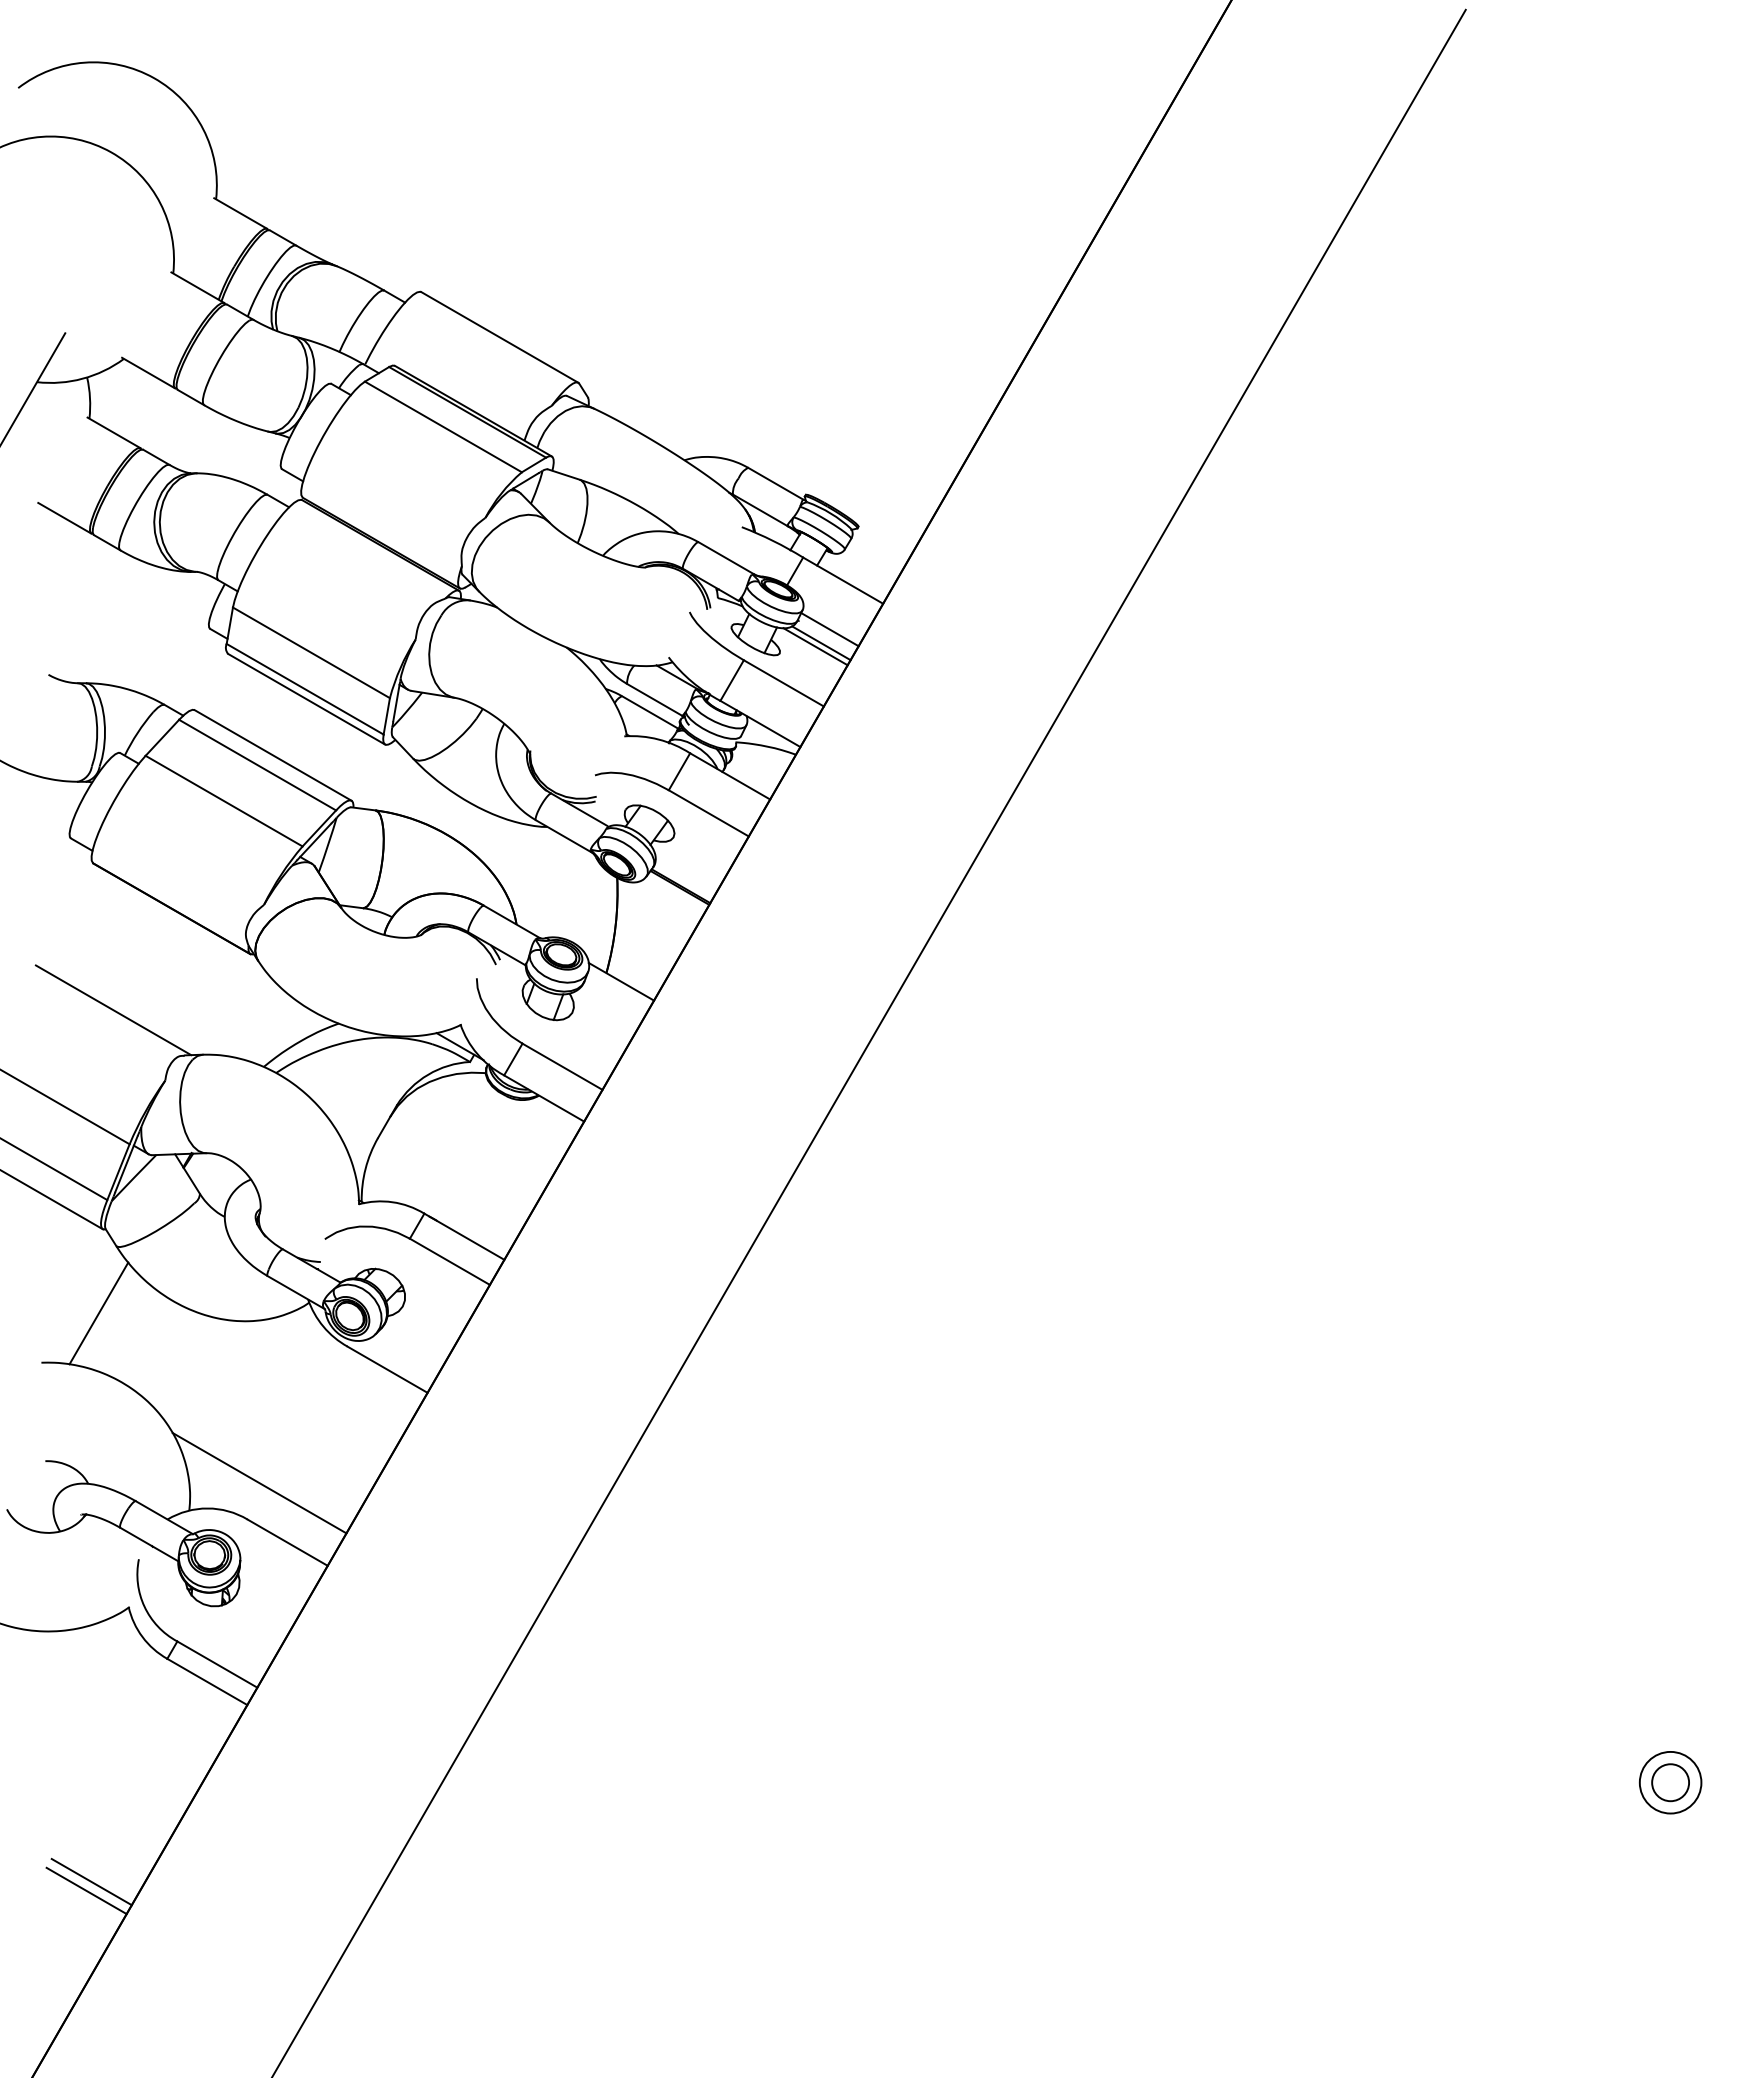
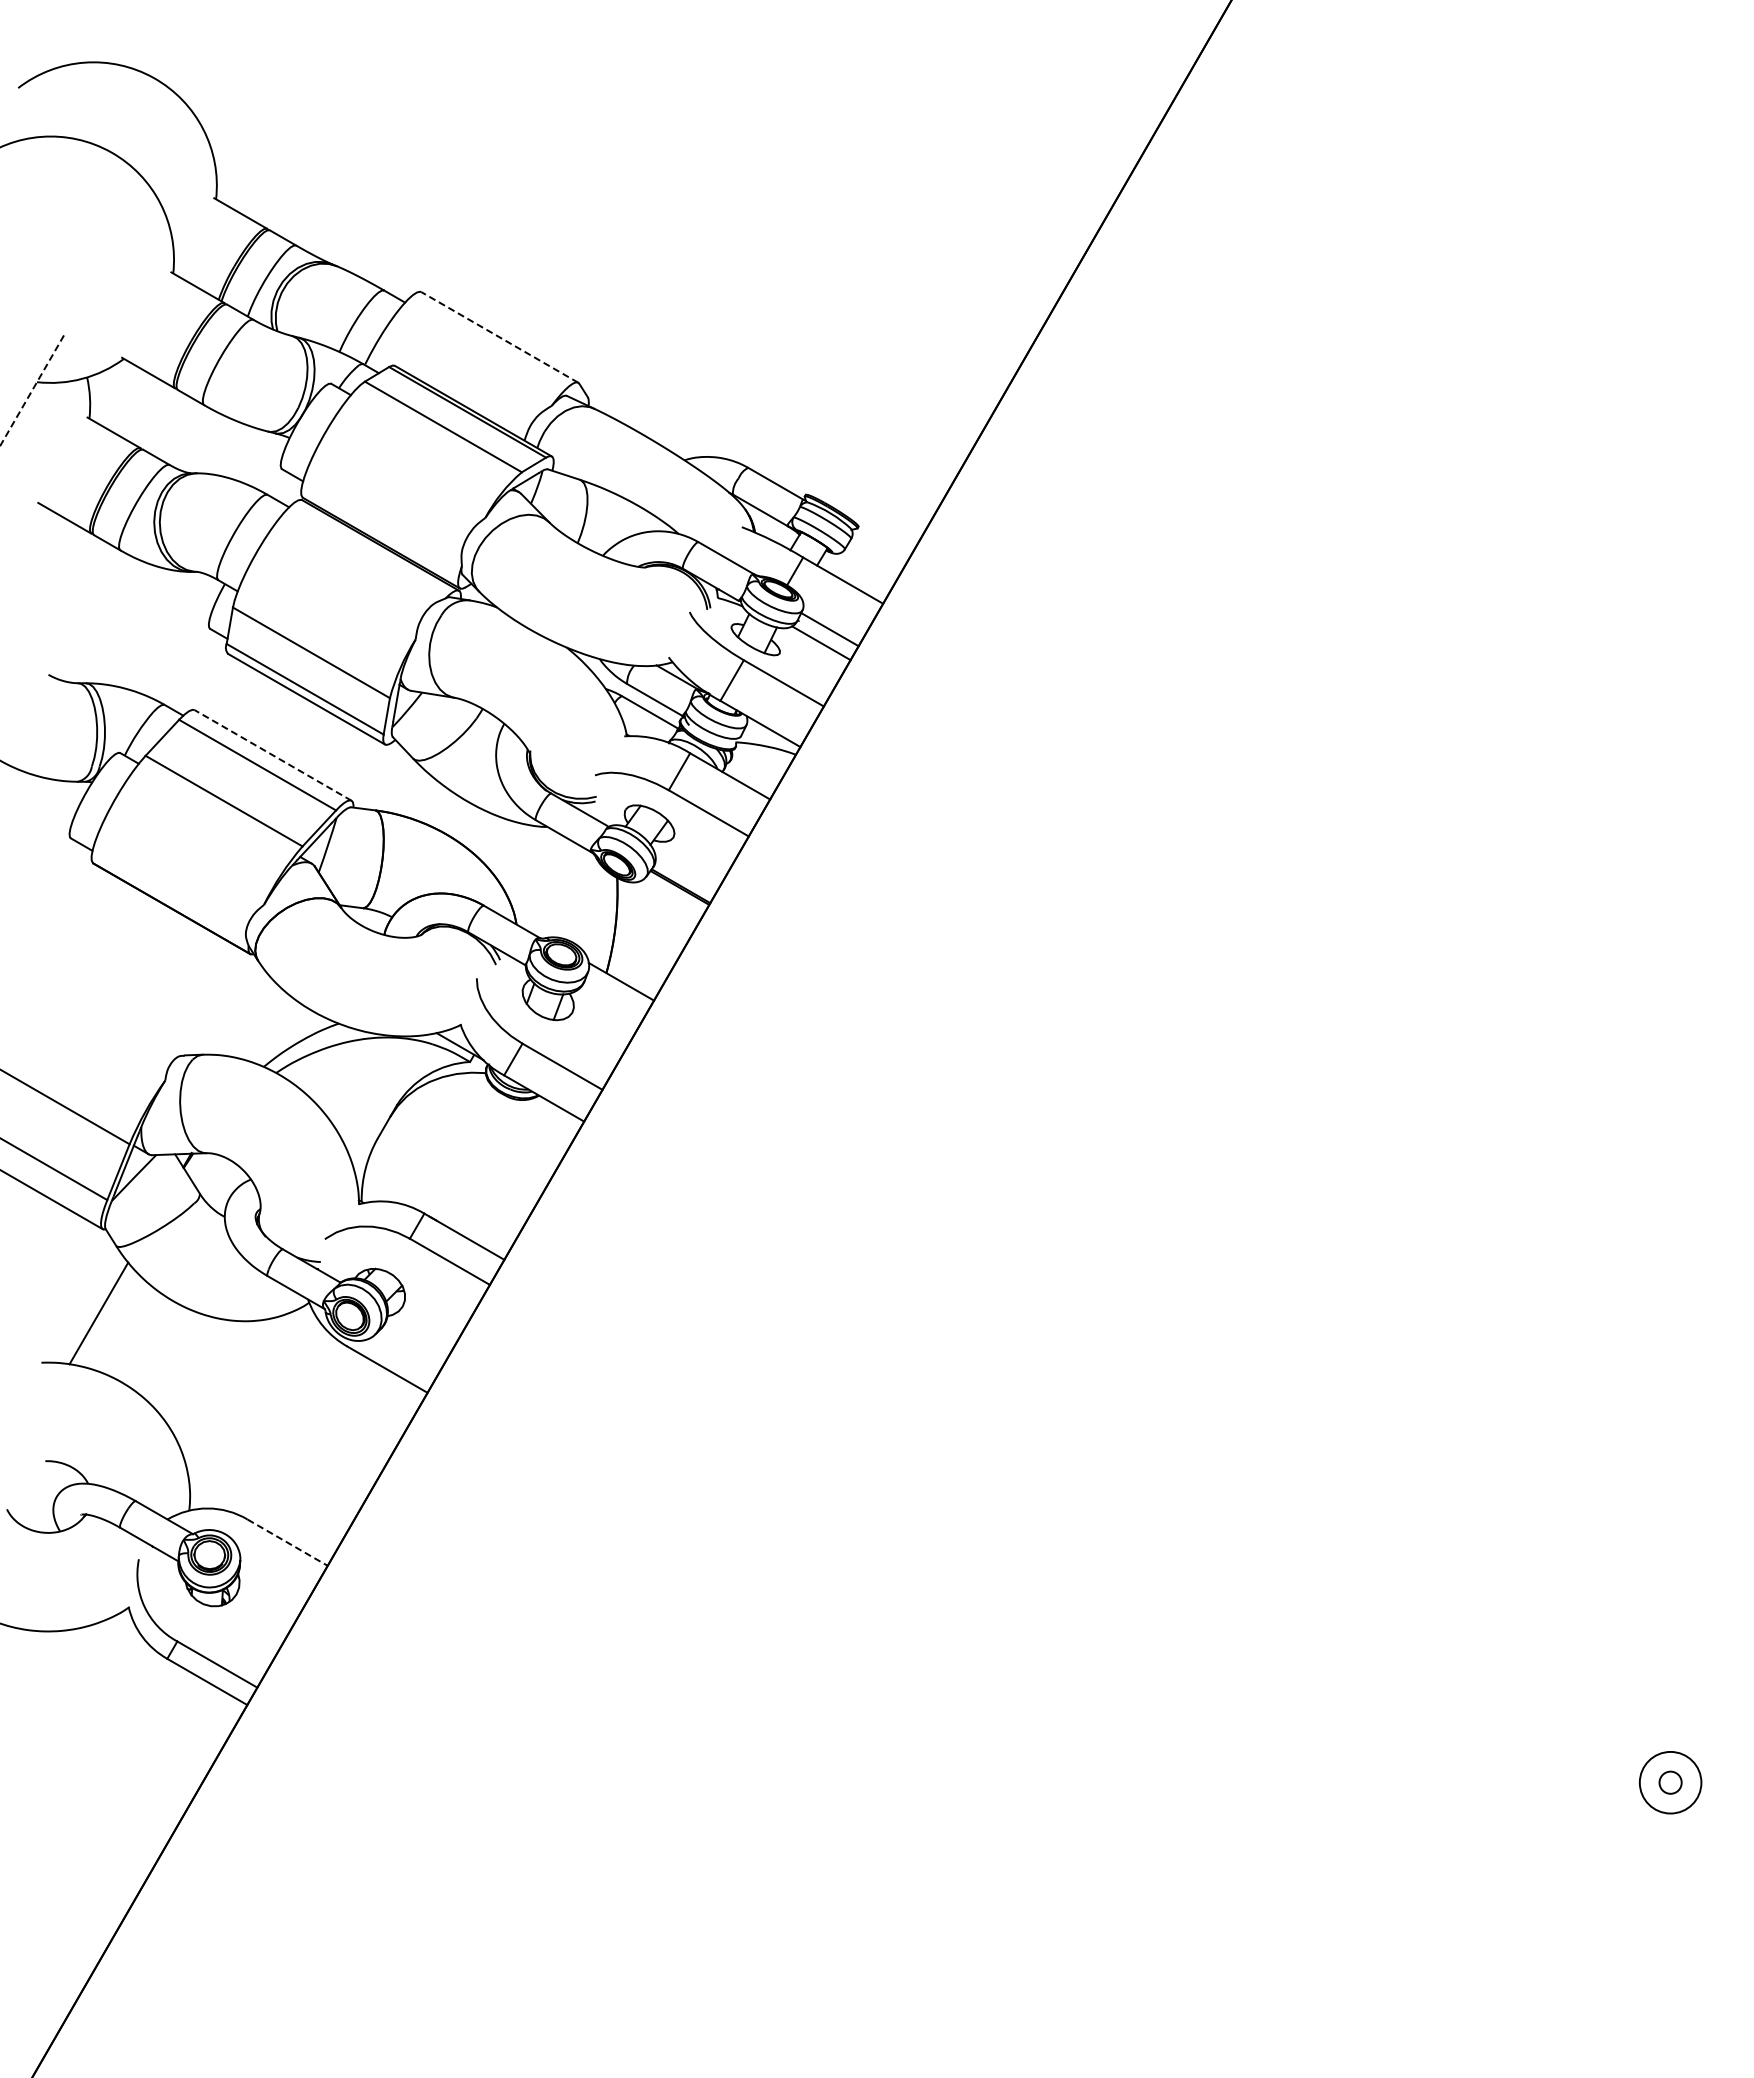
line at (499, 337): solid -> dashed
line at (32, 389): solid -> dashed
line at (815, 646): present -> none
line at (273, 755): solid -> dashed
line at (113, 1010): present -> none
line at (869, 1041): present -> none
line at (259, 1482): present -> none
line at (288, 1542): solid -> dashed
circle at (1670, 1782) diameter: 37 px -> 22 px
line at (91, 1881): present -> none
line at (86, 1890): present -> none
